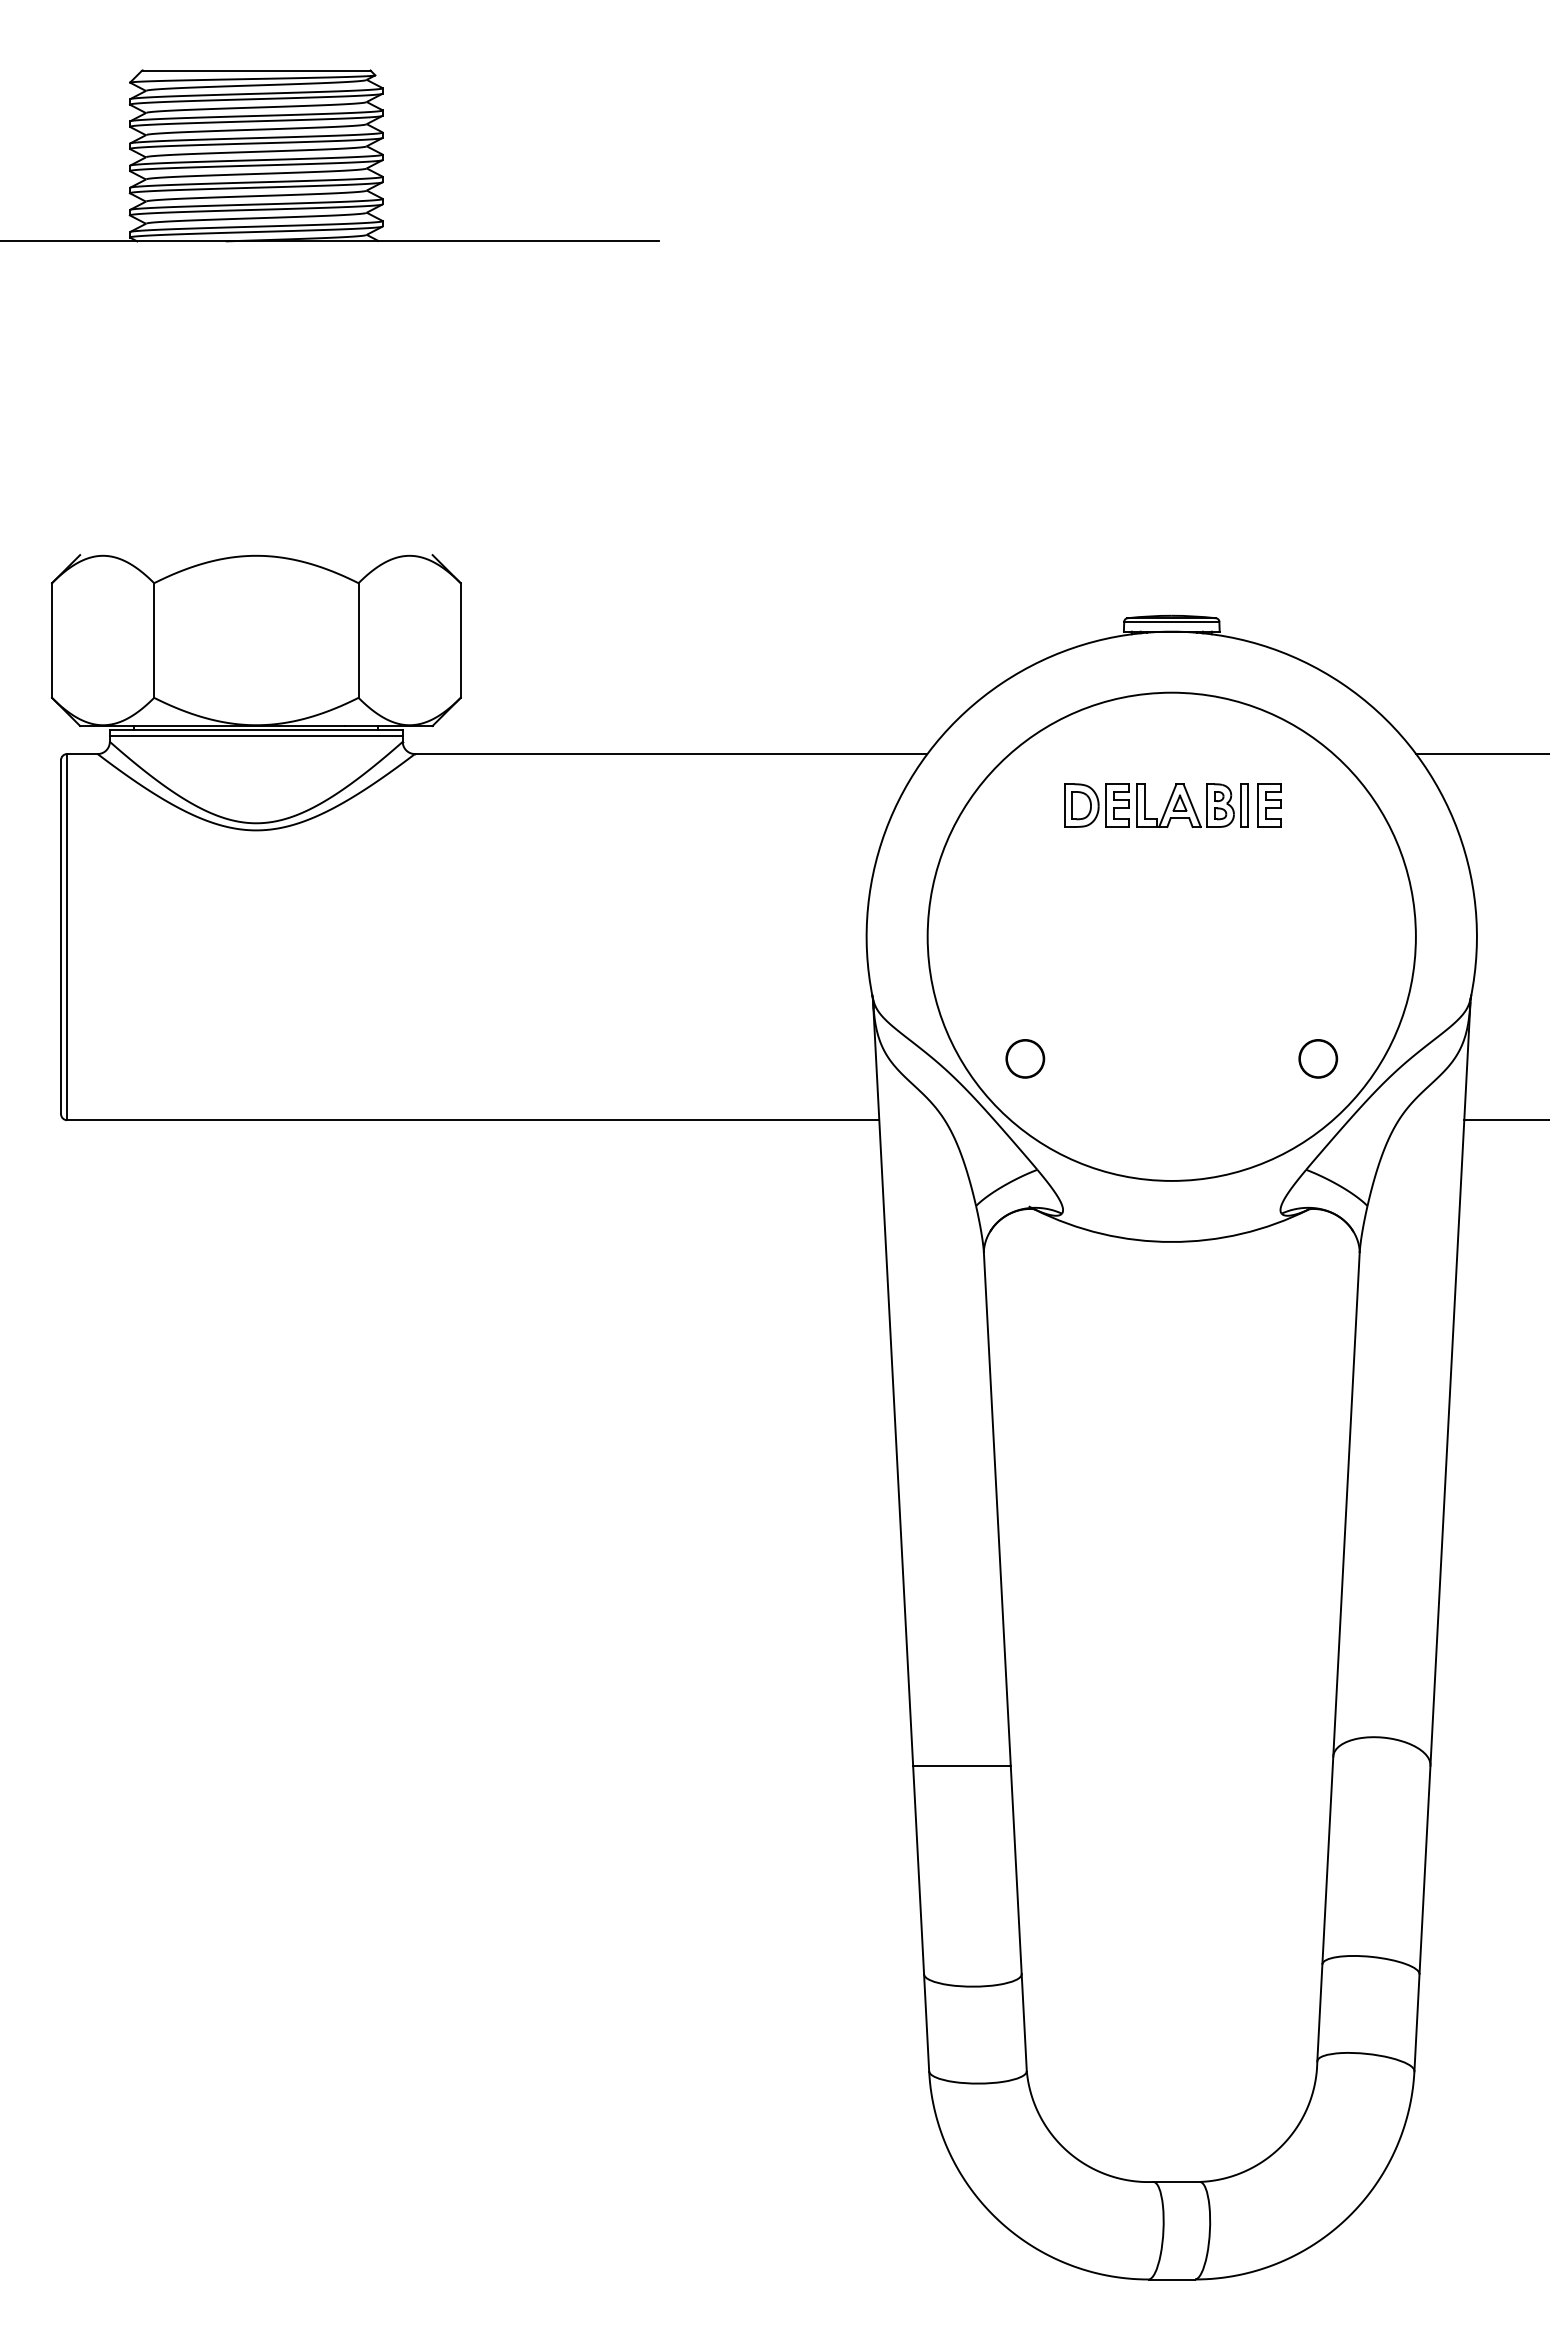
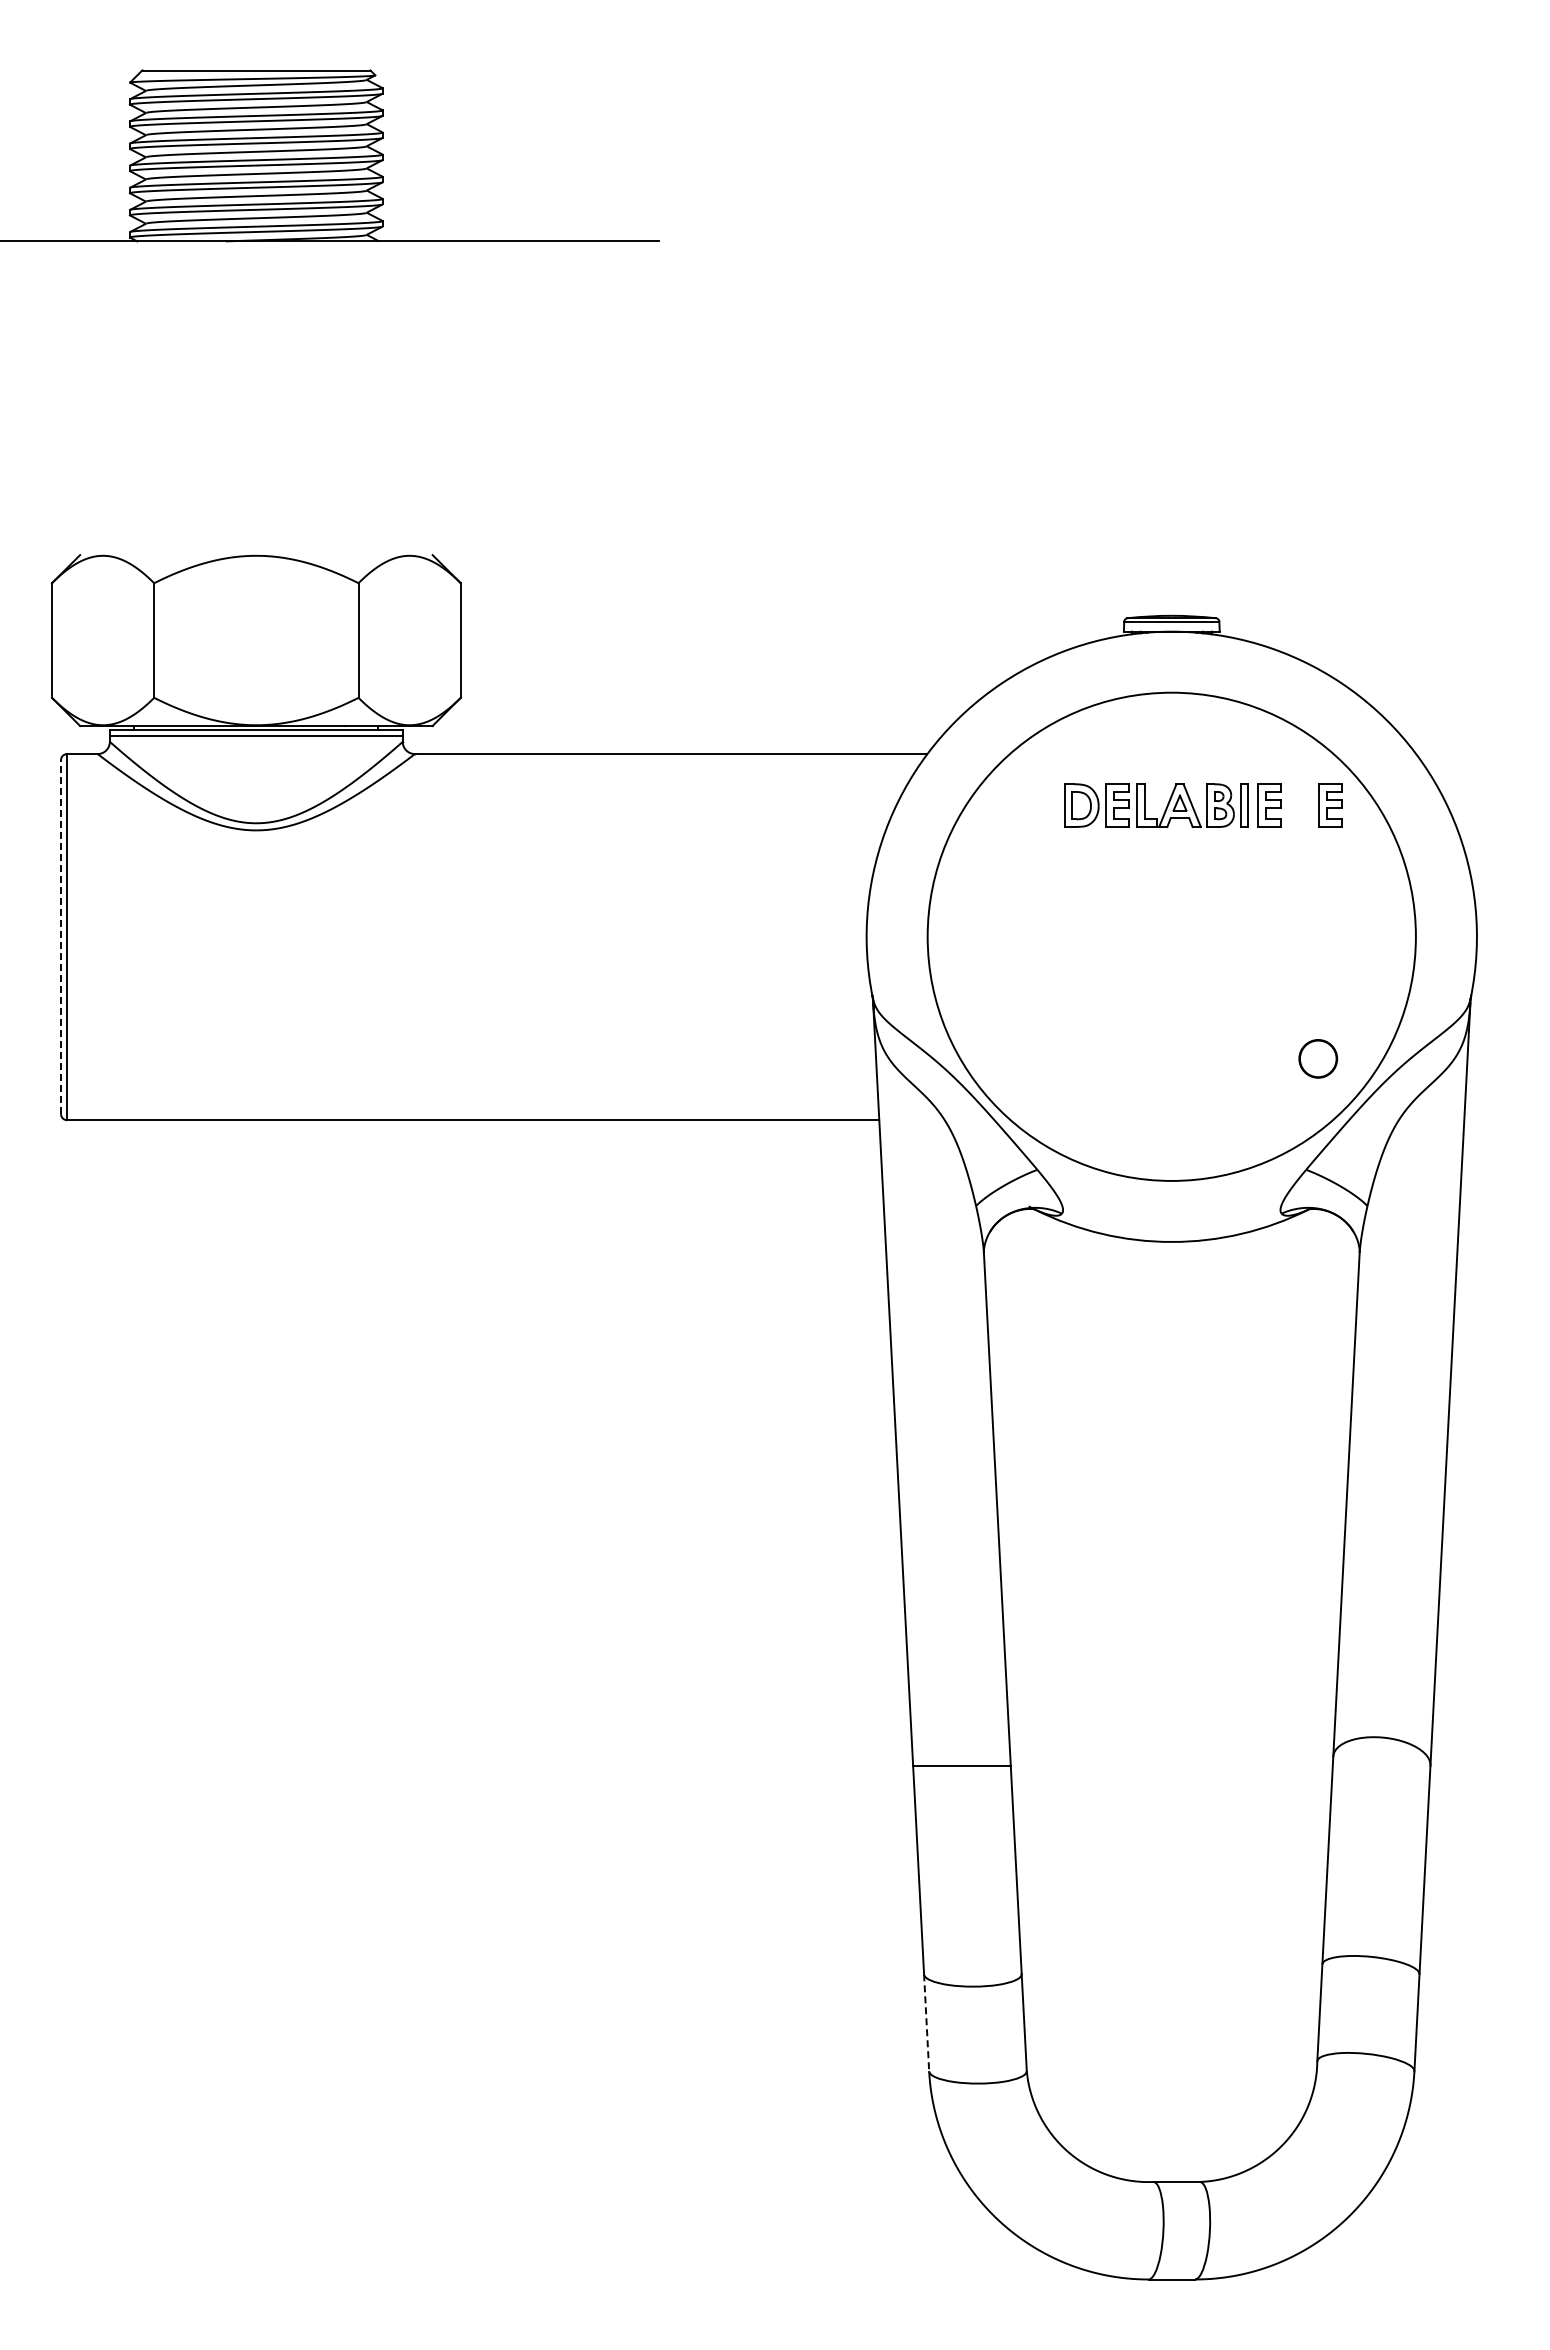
line at (1481, 754): present -> none
part at (1330, 805): none -> present
line at (61, 937): solid -> dashed
part at (1025, 1058): present -> none
line at (1505, 1120): present -> none
line at (926, 2022): solid -> dashed
